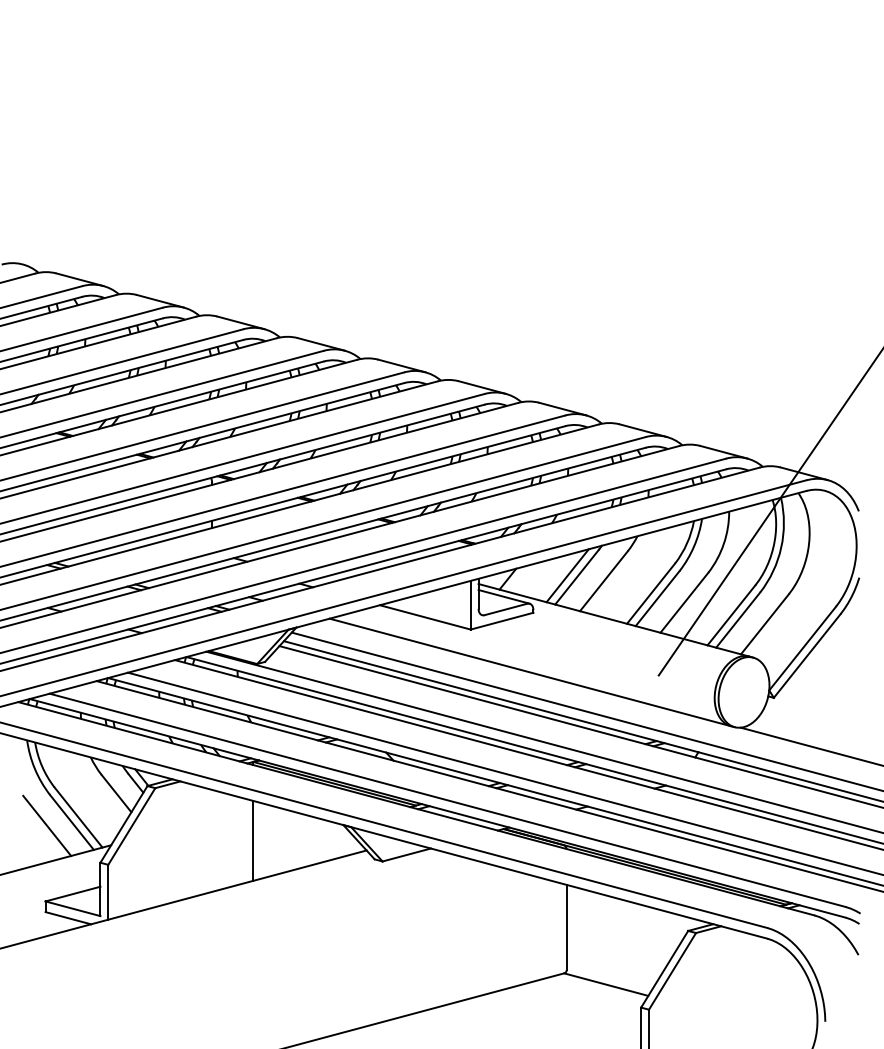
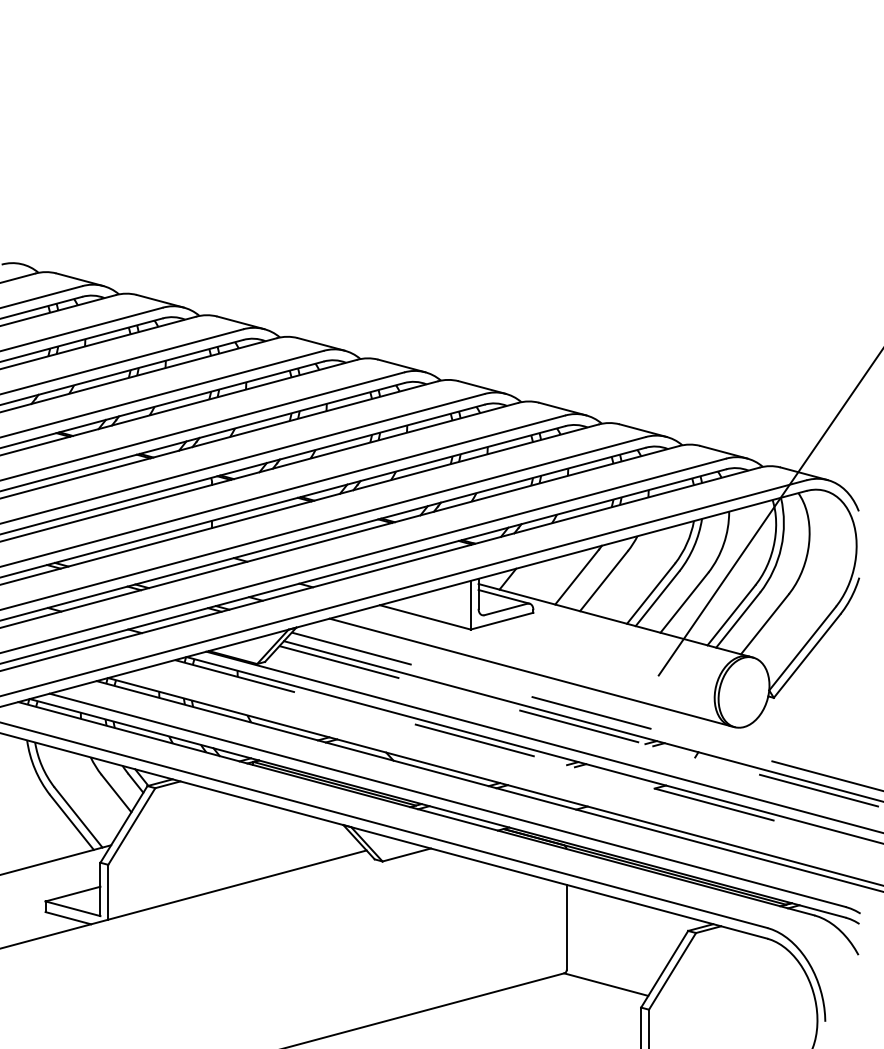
line at (567, 575): present -> none
line at (588, 712): solid -> dashed
line at (581, 727): solid -> dashed
line at (810, 746): present -> none
line at (529, 754): solid -> dashed
line at (504, 773): present -> none
line at (47, 825): present -> none
line at (253, 840): present -> none
